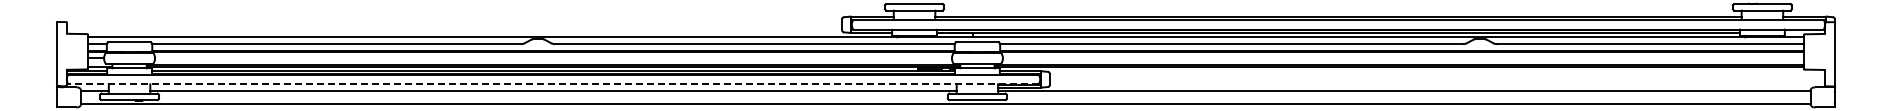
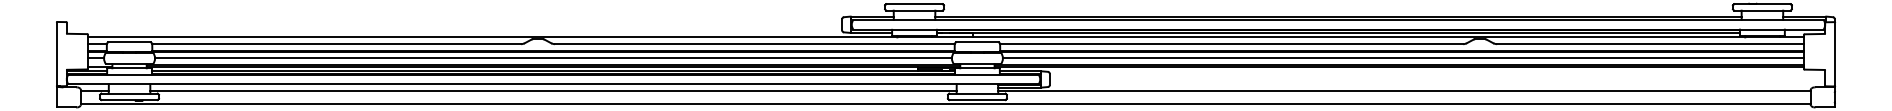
line at (553, 58): none -> present
line at (1403, 58): none -> present
line at (553, 84): dashed -> solid
